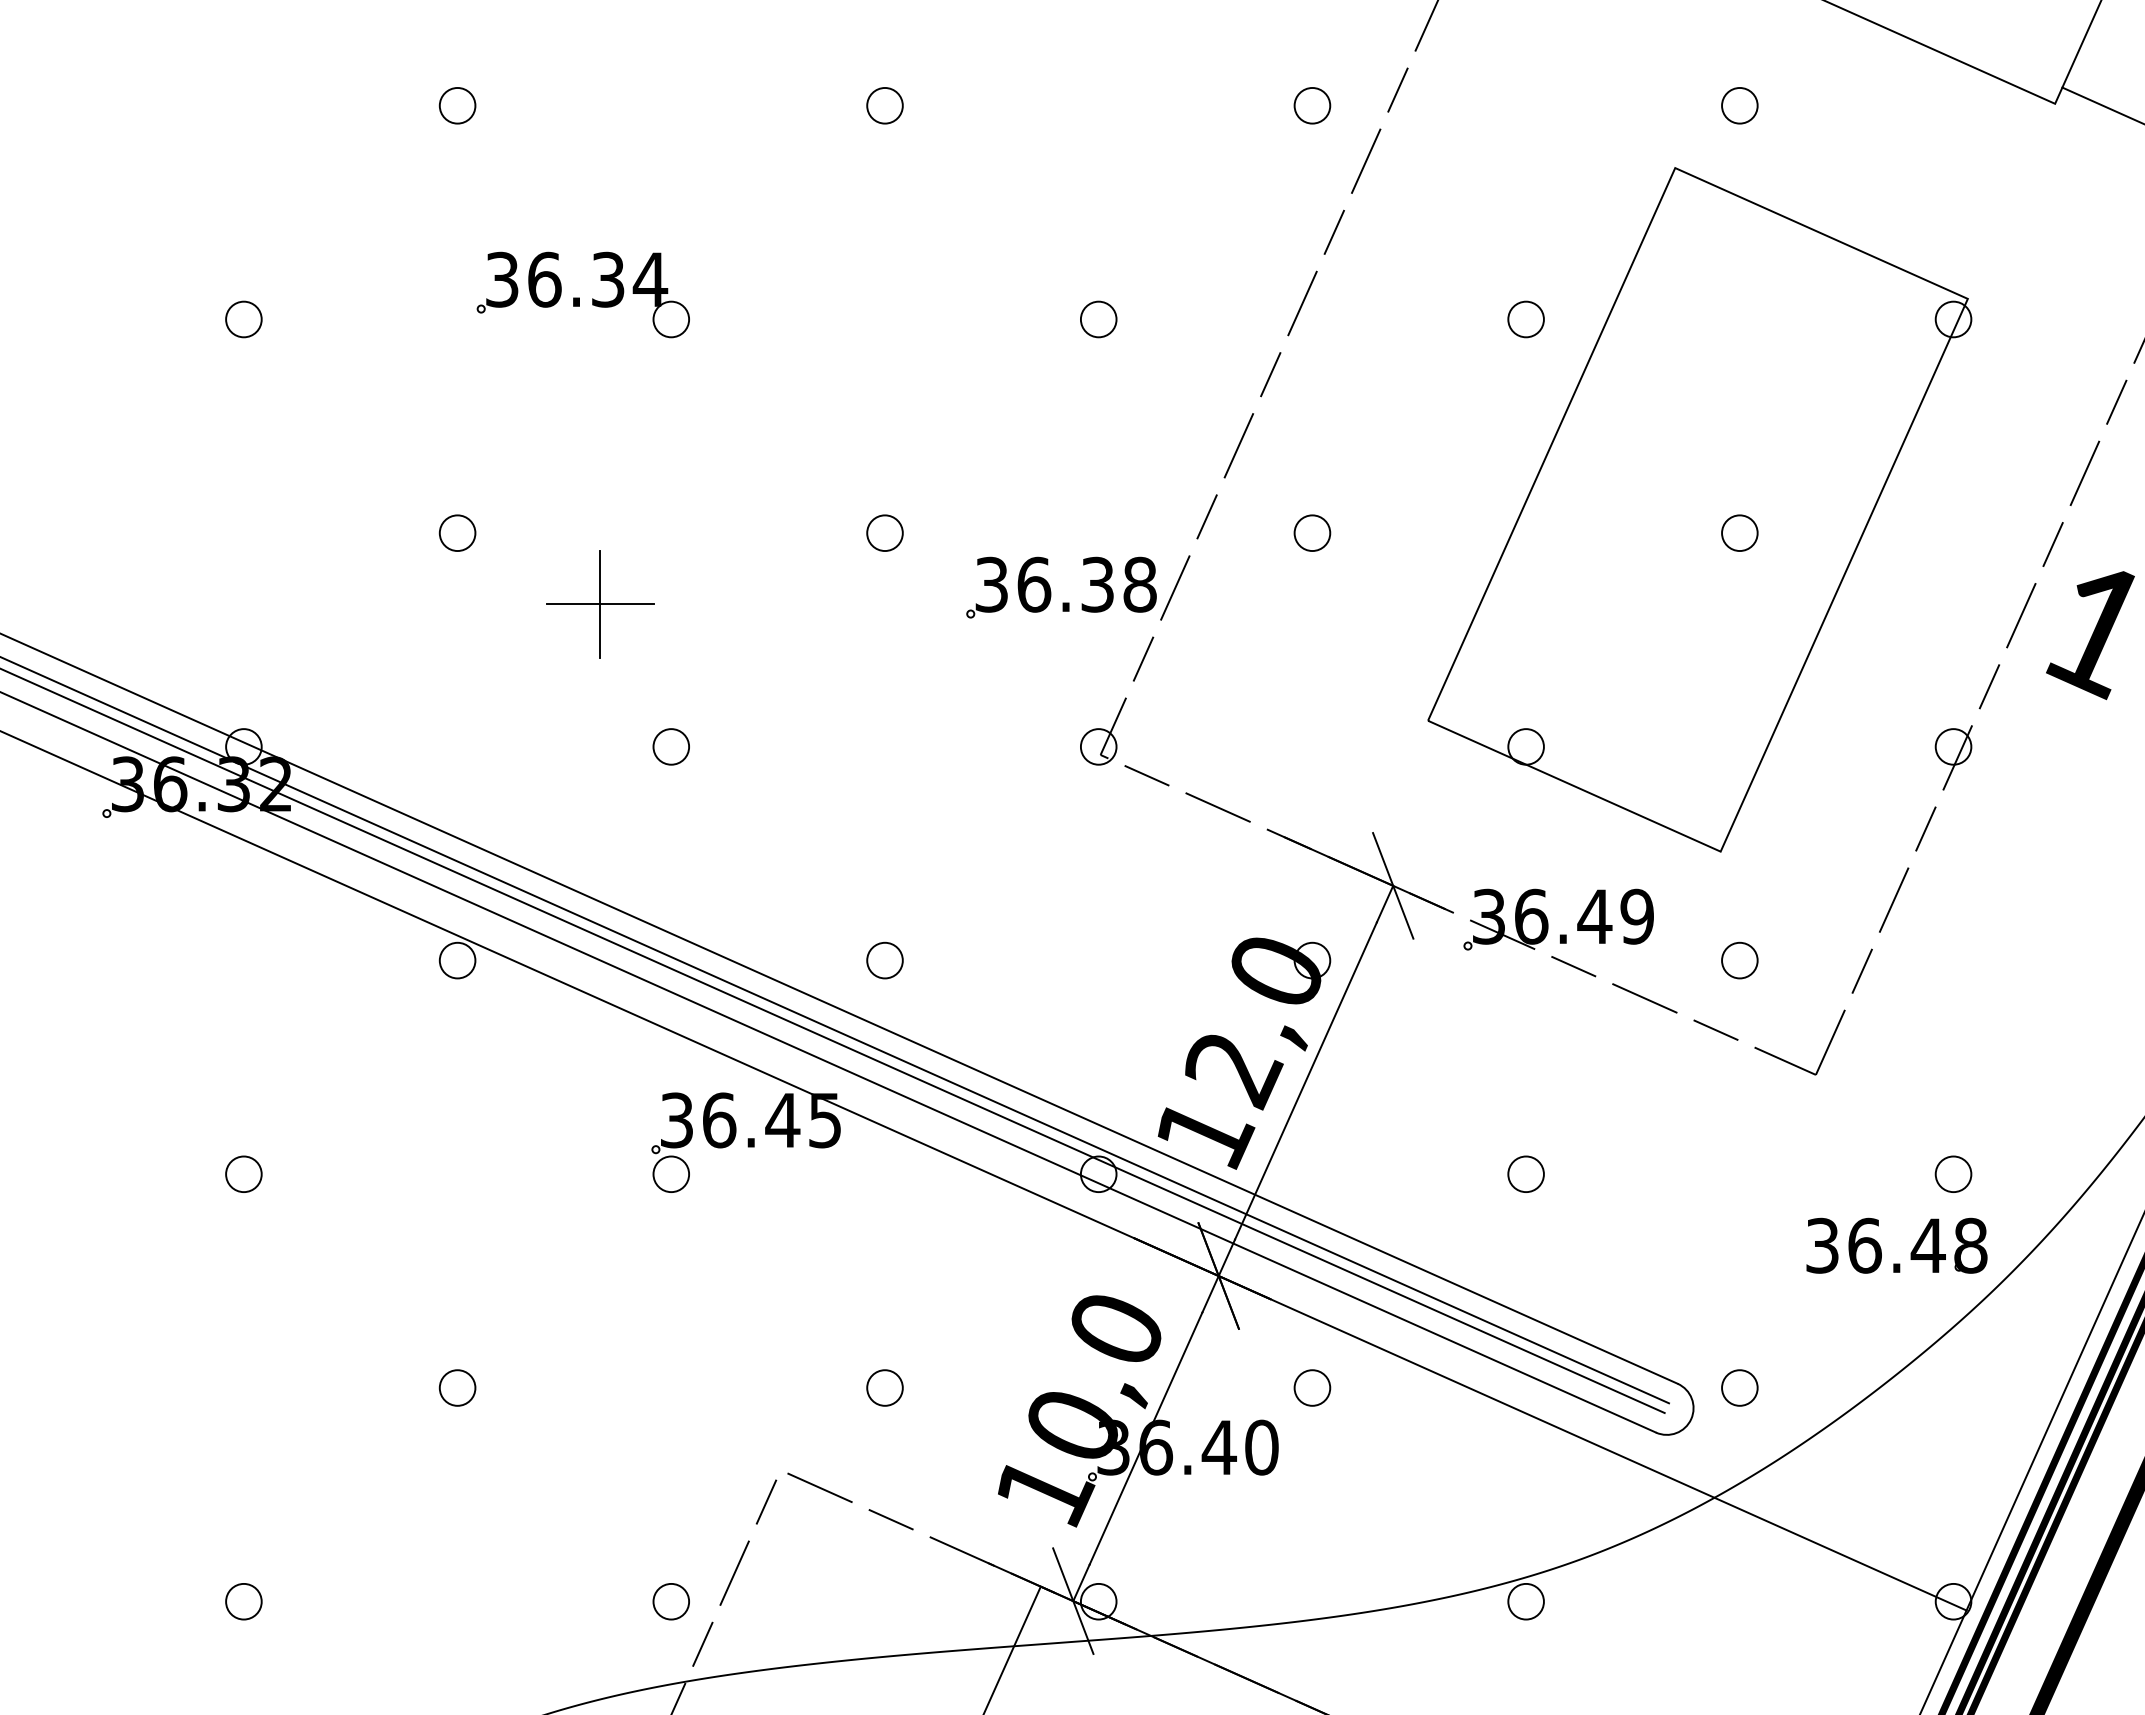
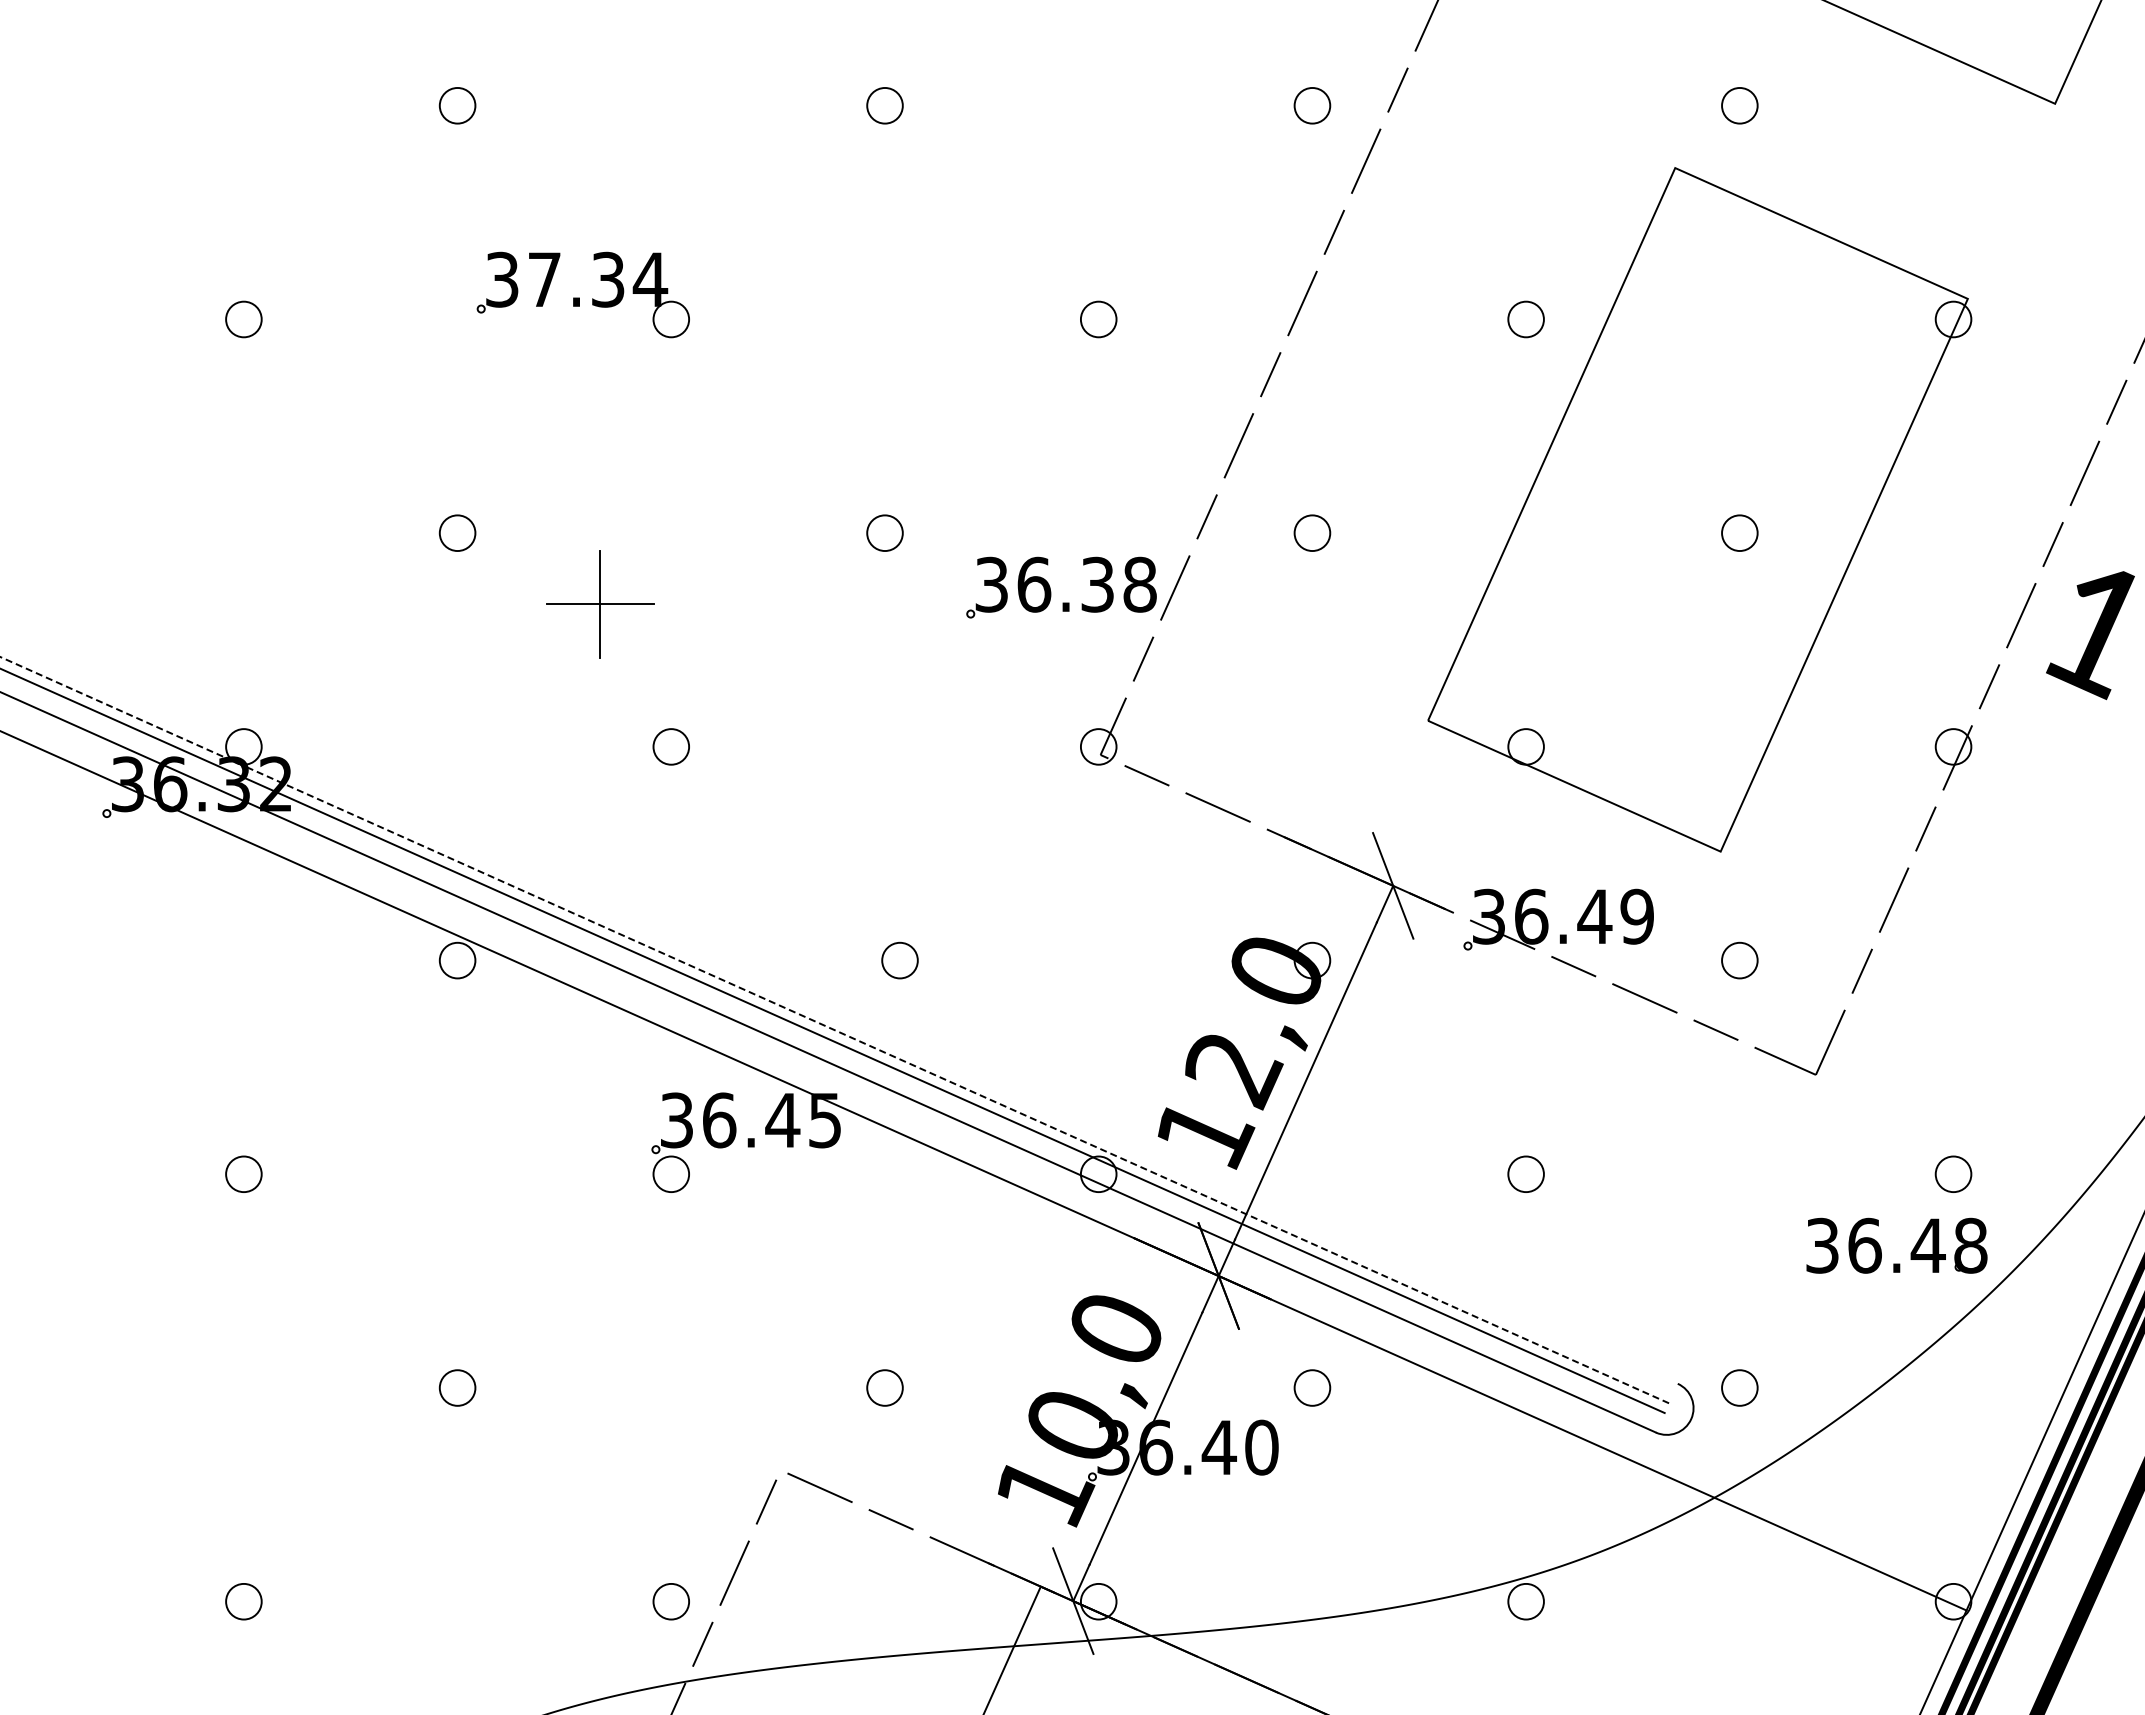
line at (2101, 105): present -> none
text at (544, 279): 36.34 -> 37.34
part at (884, 960) position: (884, 960) -> (899, 960)
line at (839, 1008): present -> none
line at (834, 1030): solid -> dashed
